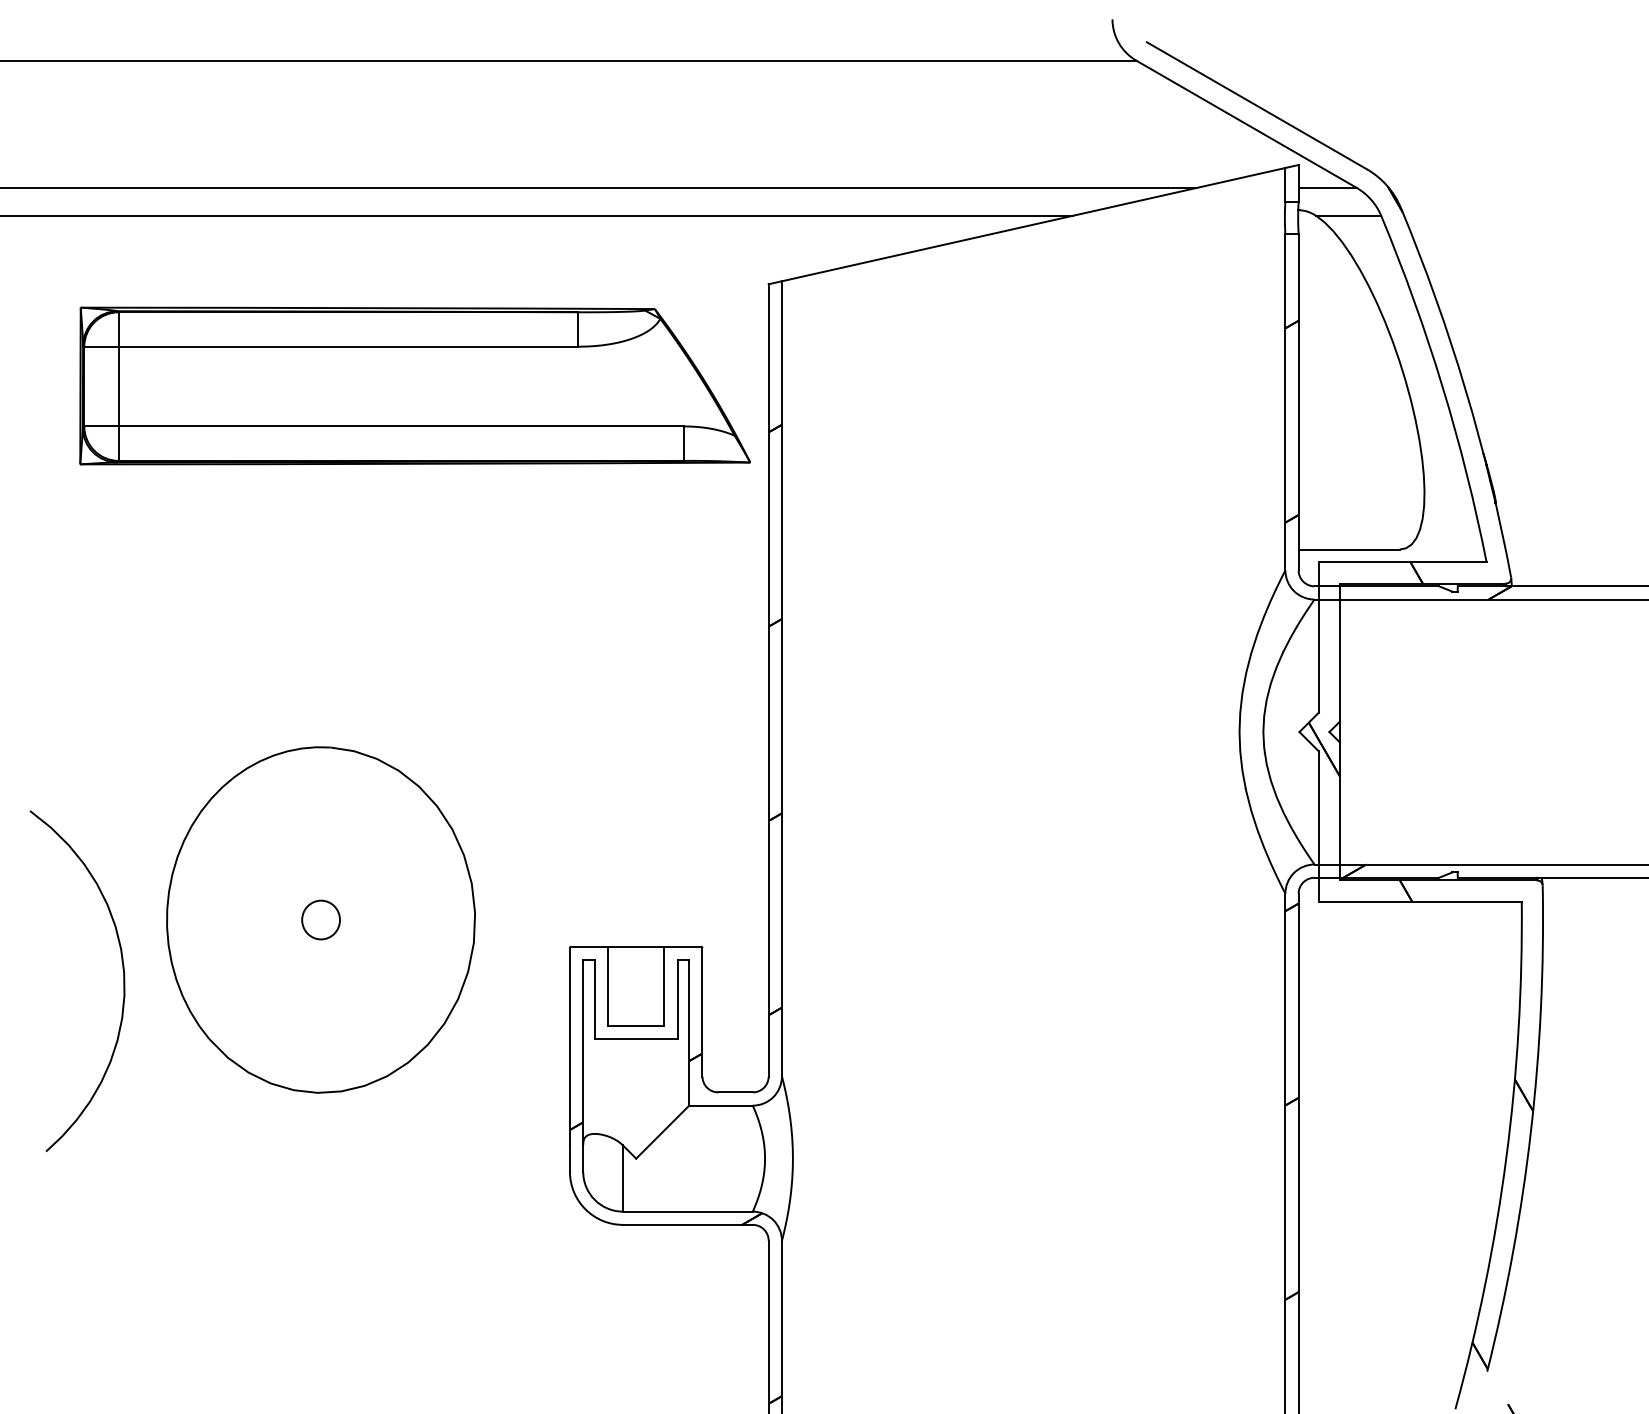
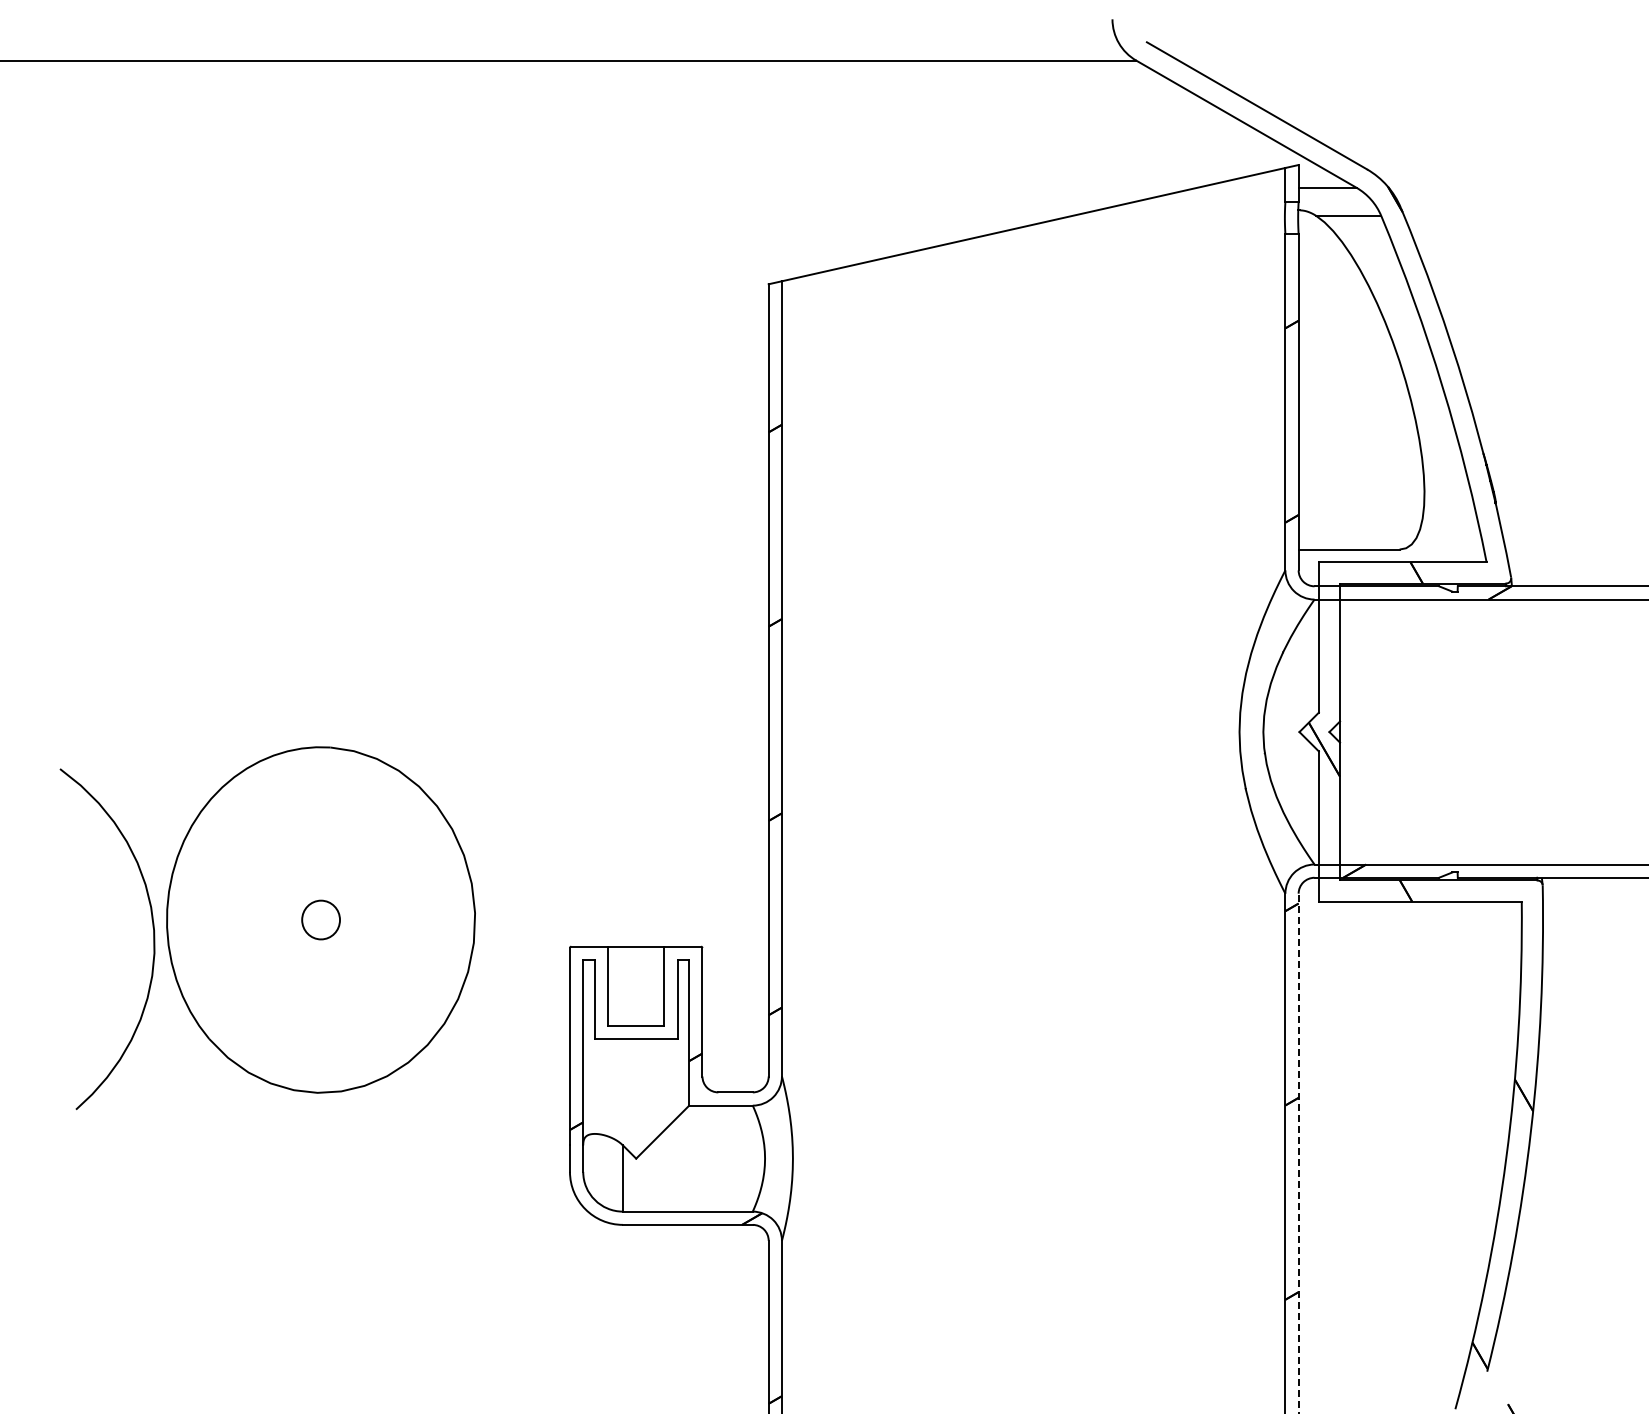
line at (599, 187): present -> none
line at (537, 215): present -> none
part at (414, 385): present -> none
curve at (123, 980) position: (123, 980) -> (153, 938)
line at (1298, 1153): solid -> dashed
